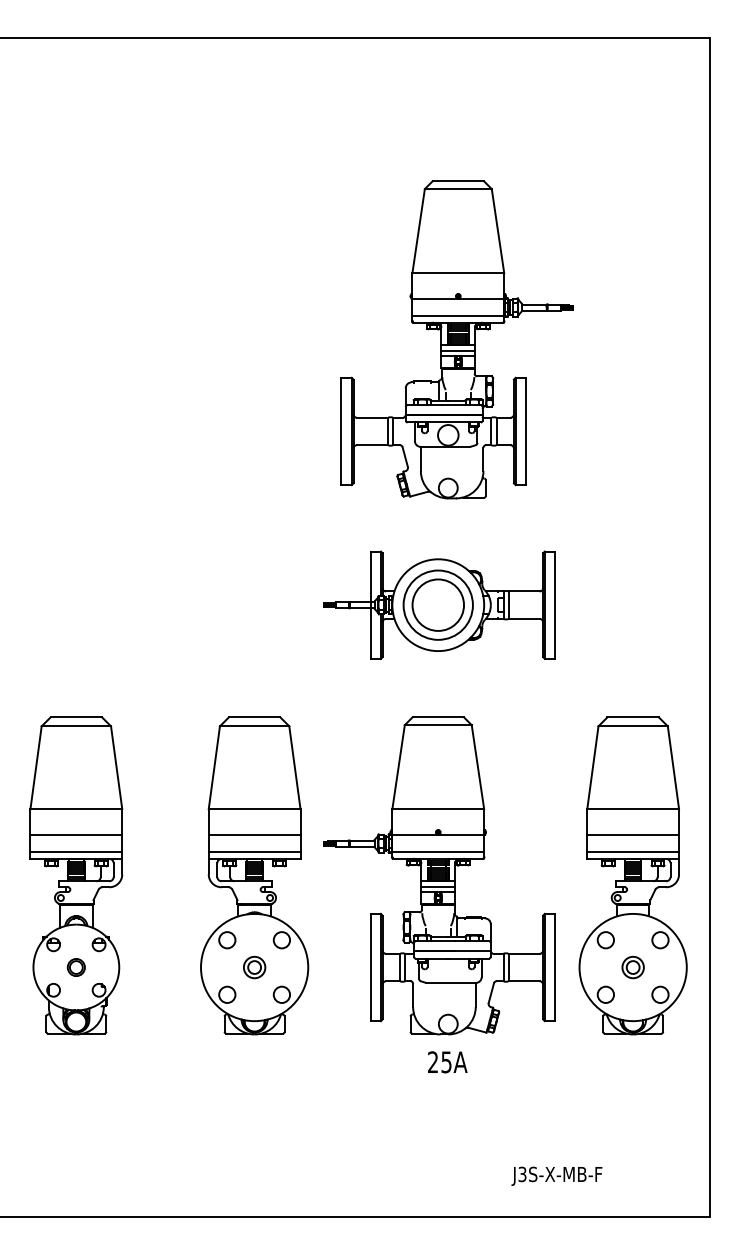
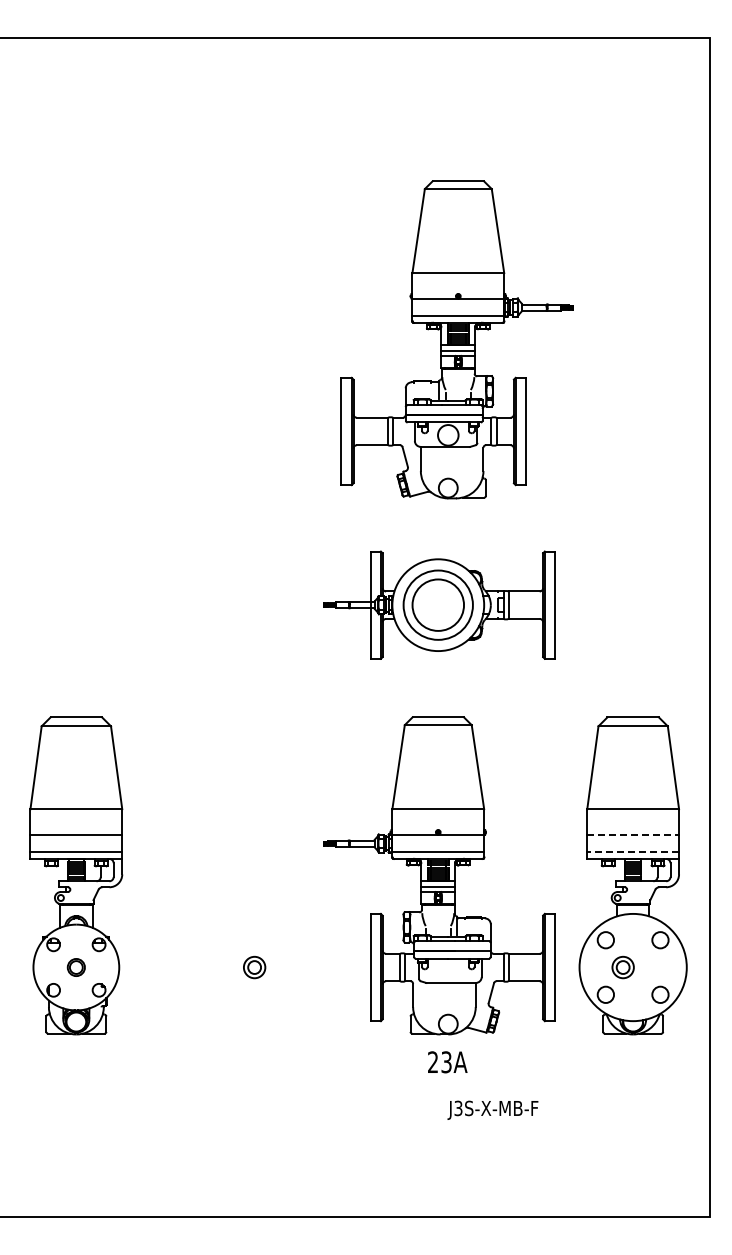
line at (633, 834): solid -> dashed
line at (633, 852): solid -> dashed
part at (254, 875): present -> none
part at (632, 967) position: (632, 967) -> (622, 967)
text at (446, 1061): 25A -> 23A
text at (556, 1175) position: (556, 1175) -> (492, 1109)
